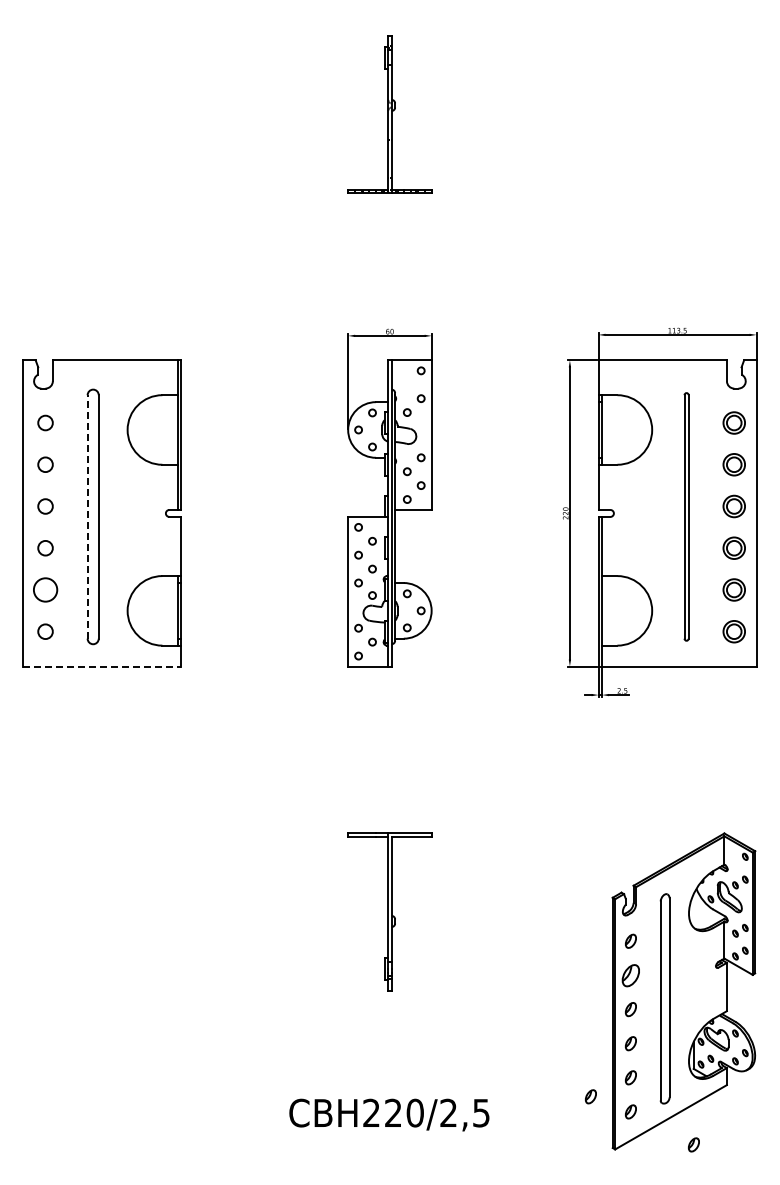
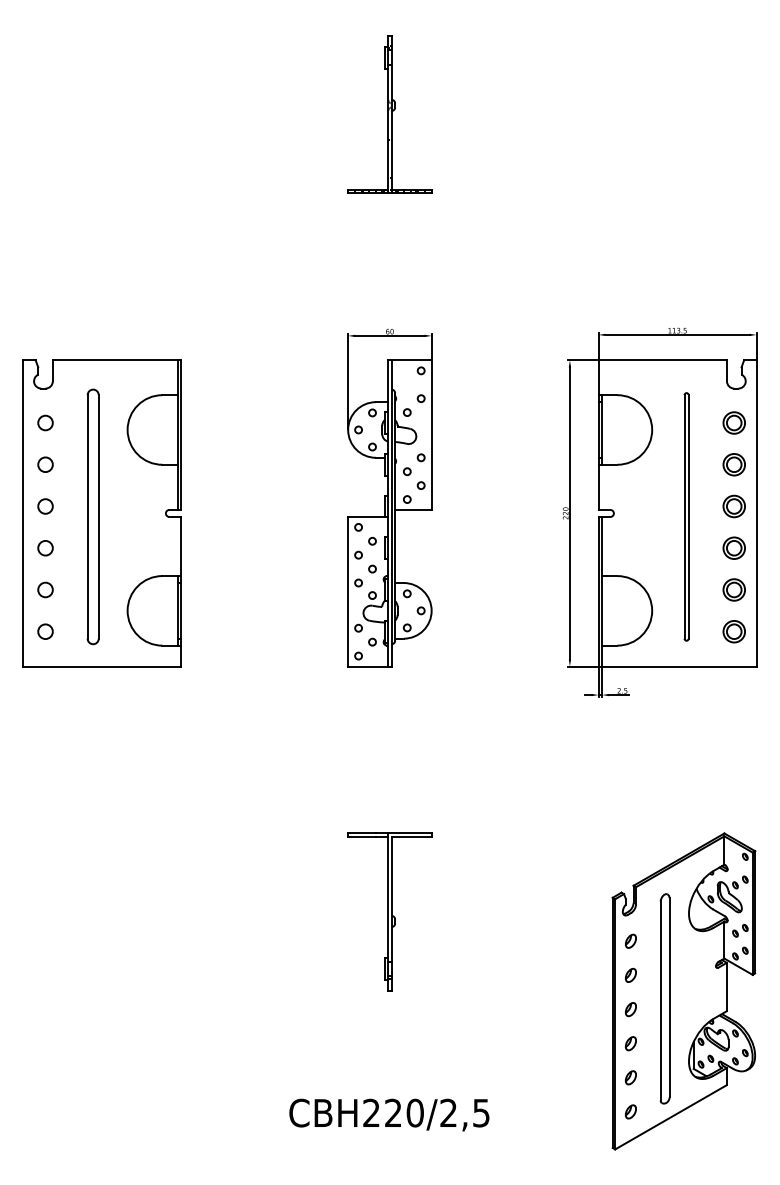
line at (87, 516): dashed -> solid
circle at (45, 589) size: 26x26 px -> 17x18 px
line at (102, 666): dashed -> solid
part at (630, 975) size: 19x24 px -> 12x16 px
part at (590, 1096): present -> none
part at (693, 1144): present -> none
